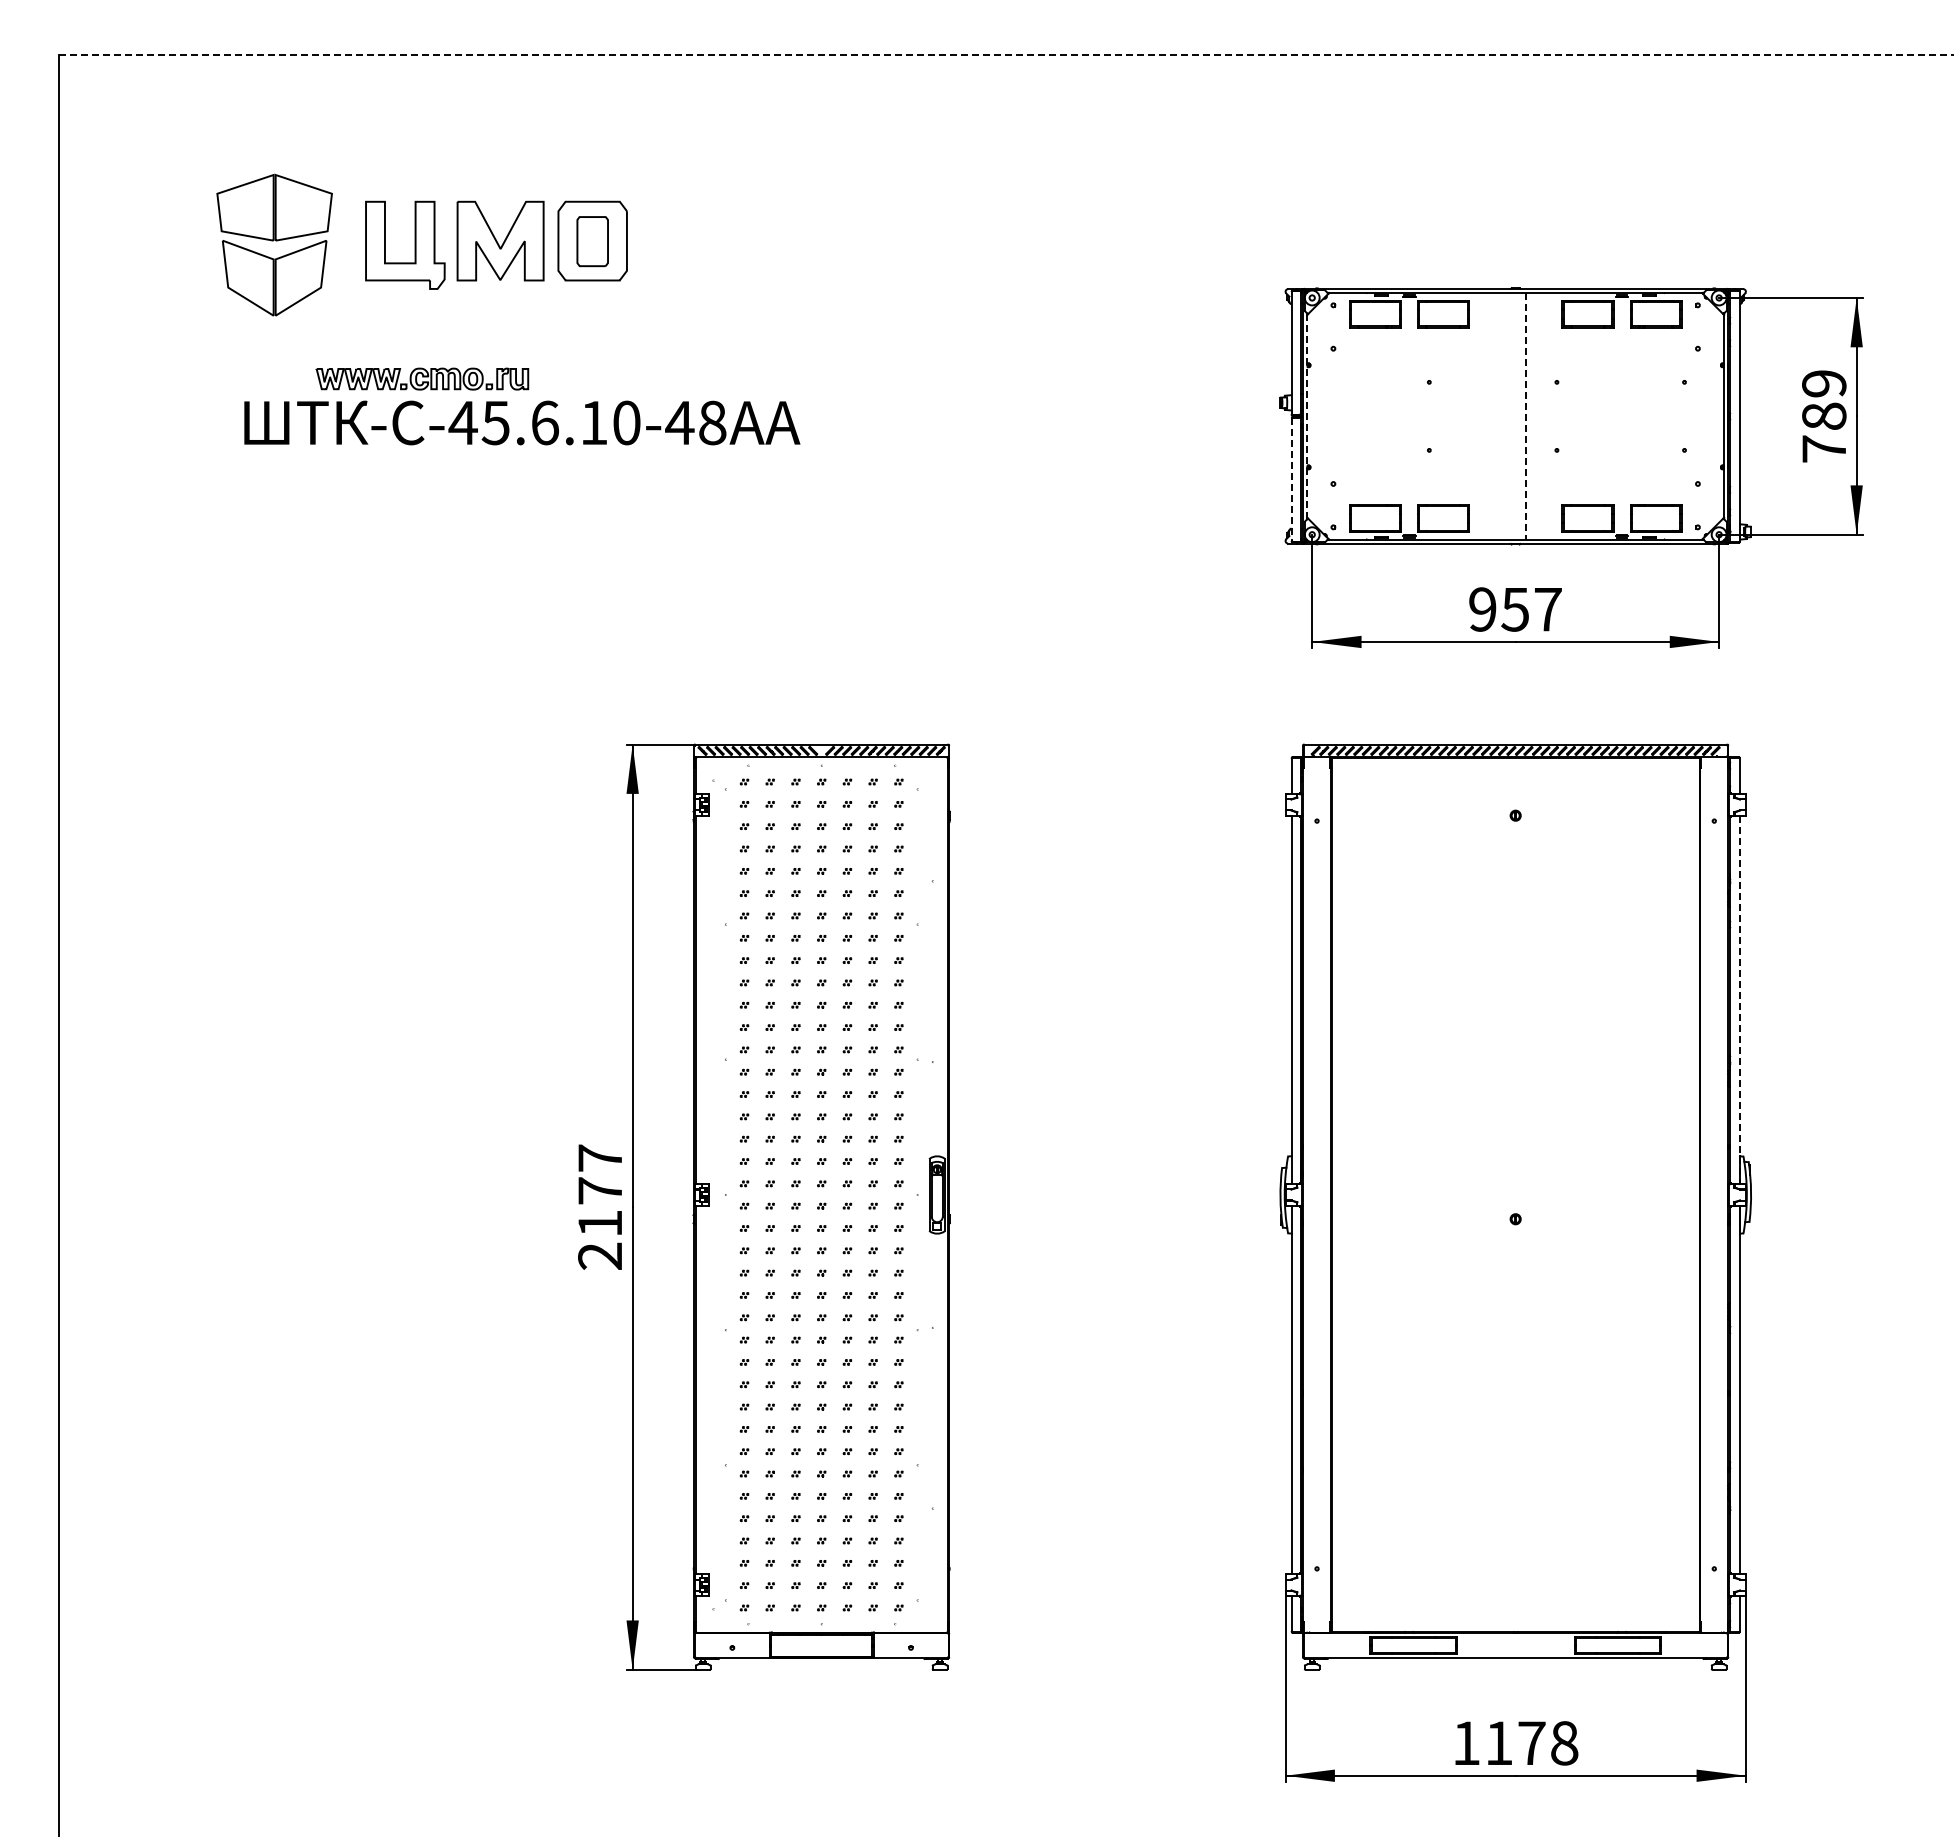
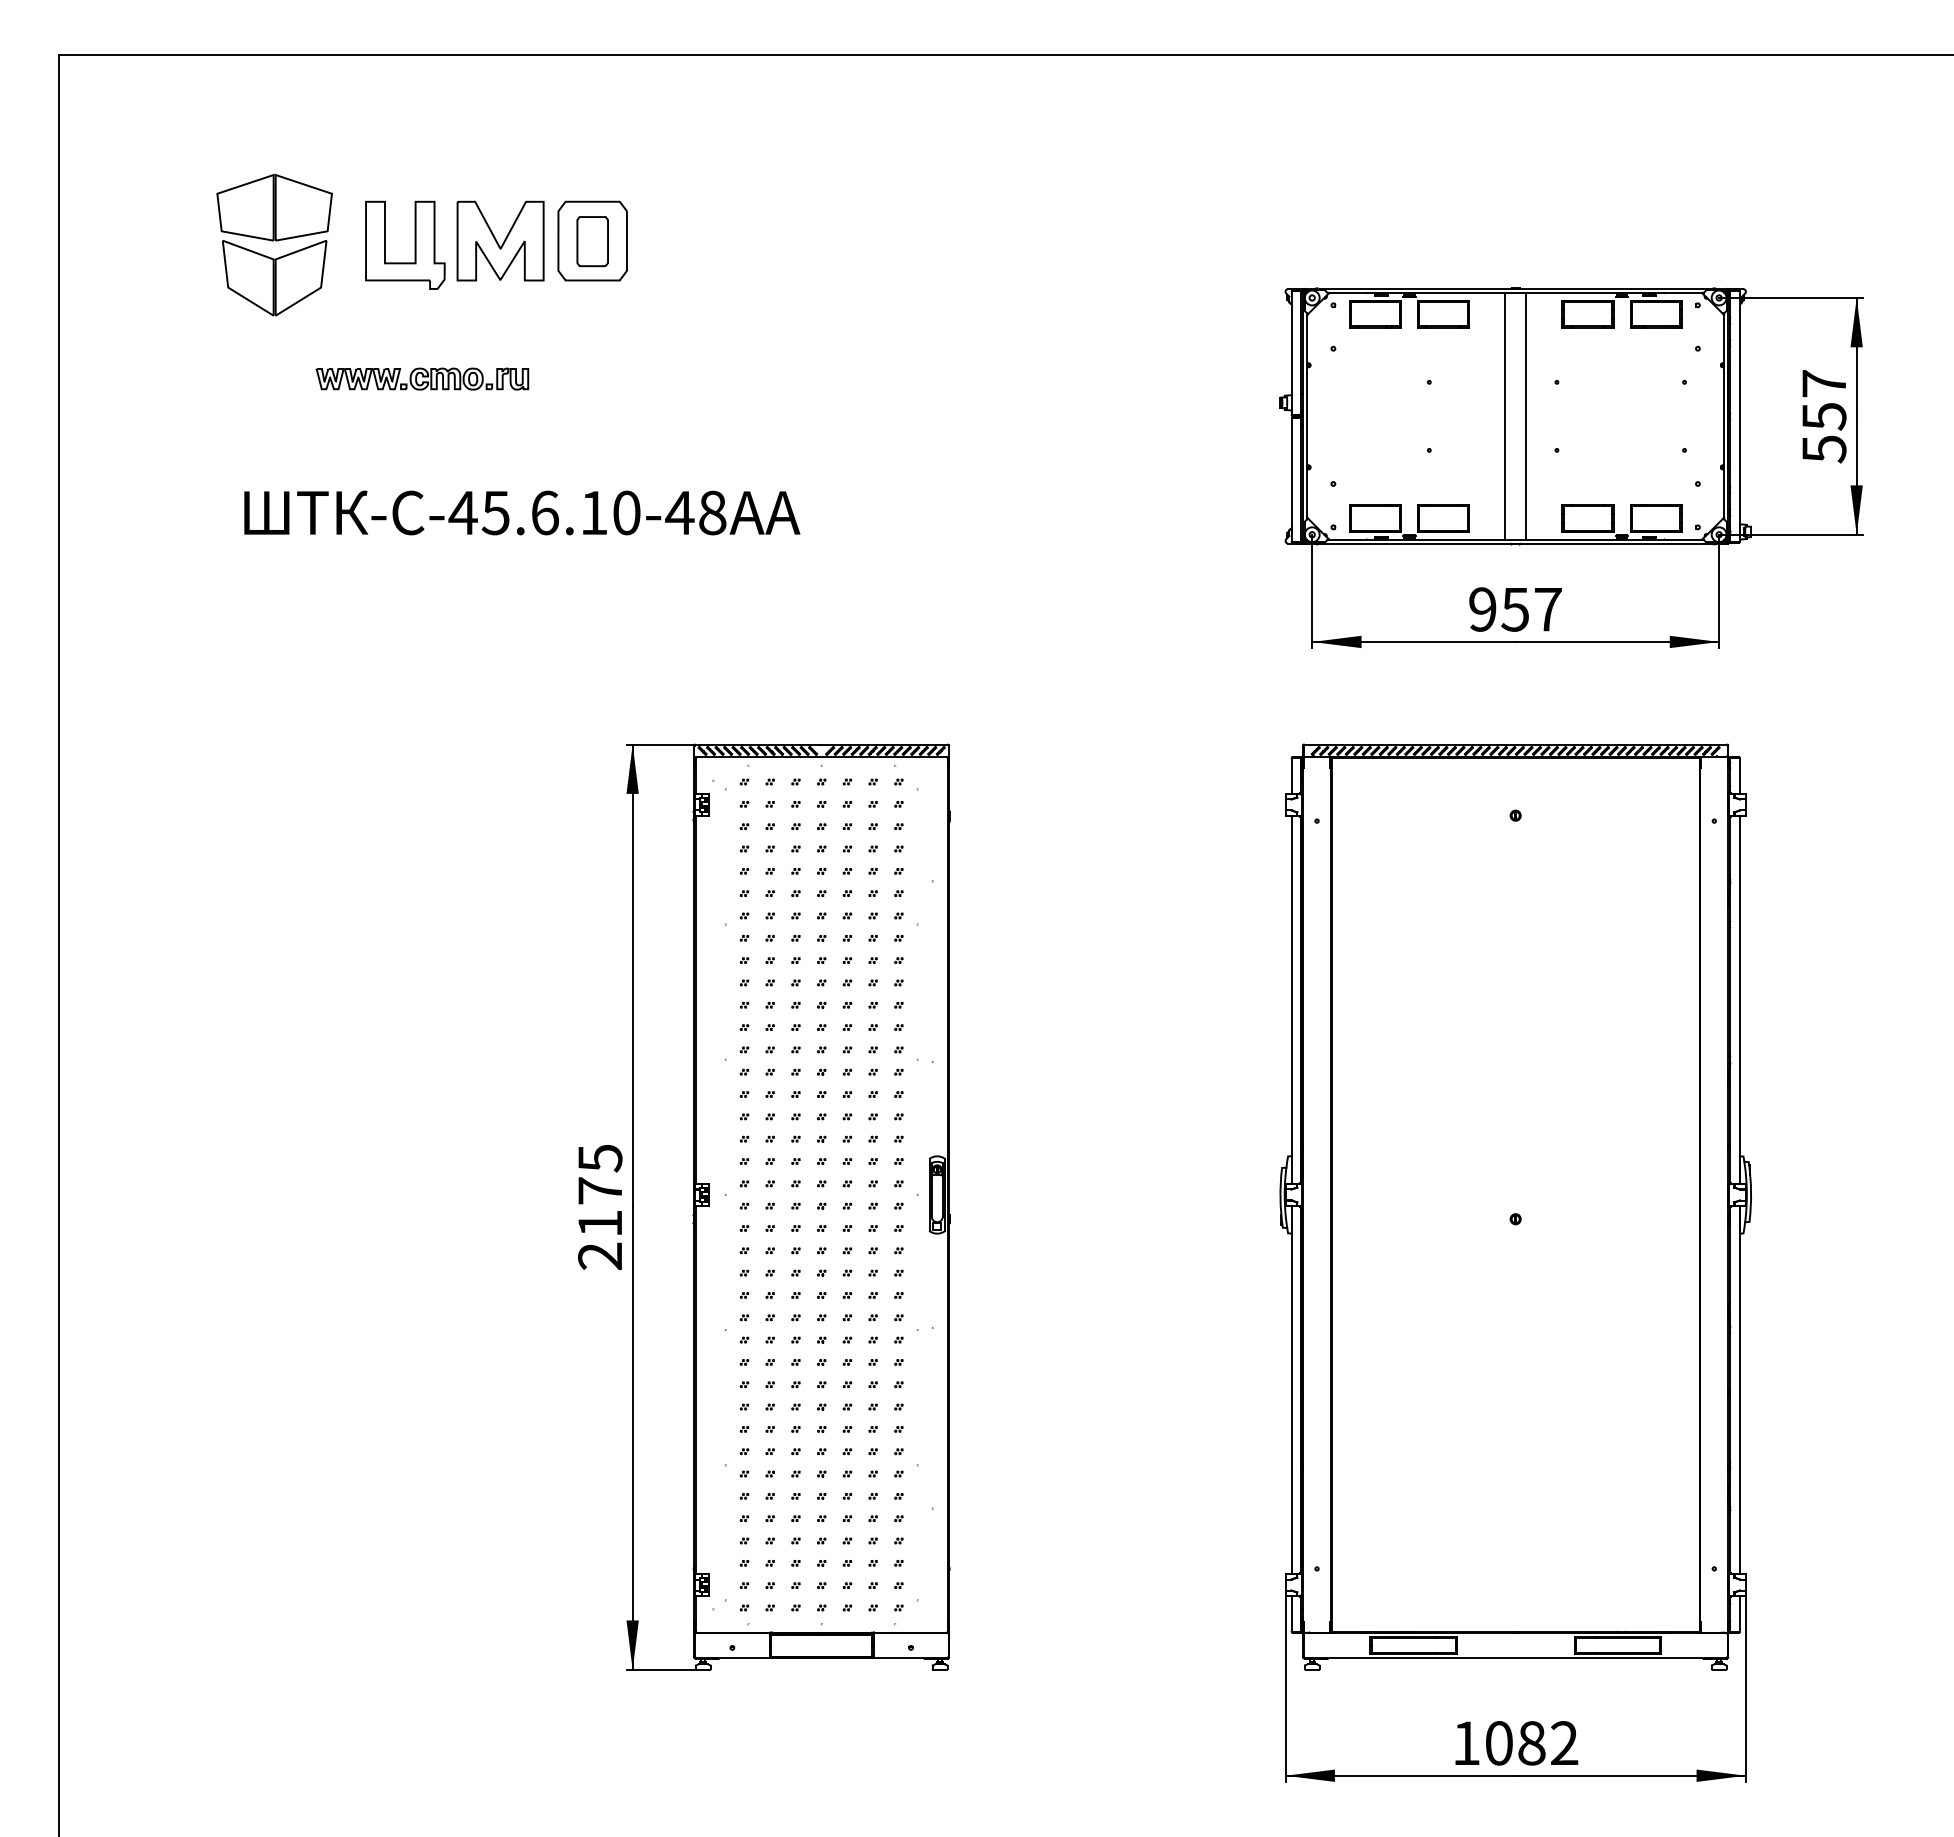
line at (1006, 55): dashed -> solid
line at (1307, 416): dashed -> solid
line at (1505, 416): none -> present
line at (1526, 416): dashed -> solid
text at (1824, 416): 789 -> 557
text at (522, 422) position: (522, 422) -> (522, 512)
line at (1291, 479): dashed -> solid
line at (1739, 1000): dashed -> solid
text at (600, 1158): 2177 -> 2175
text at (1532, 1743): 1178 -> 1082
